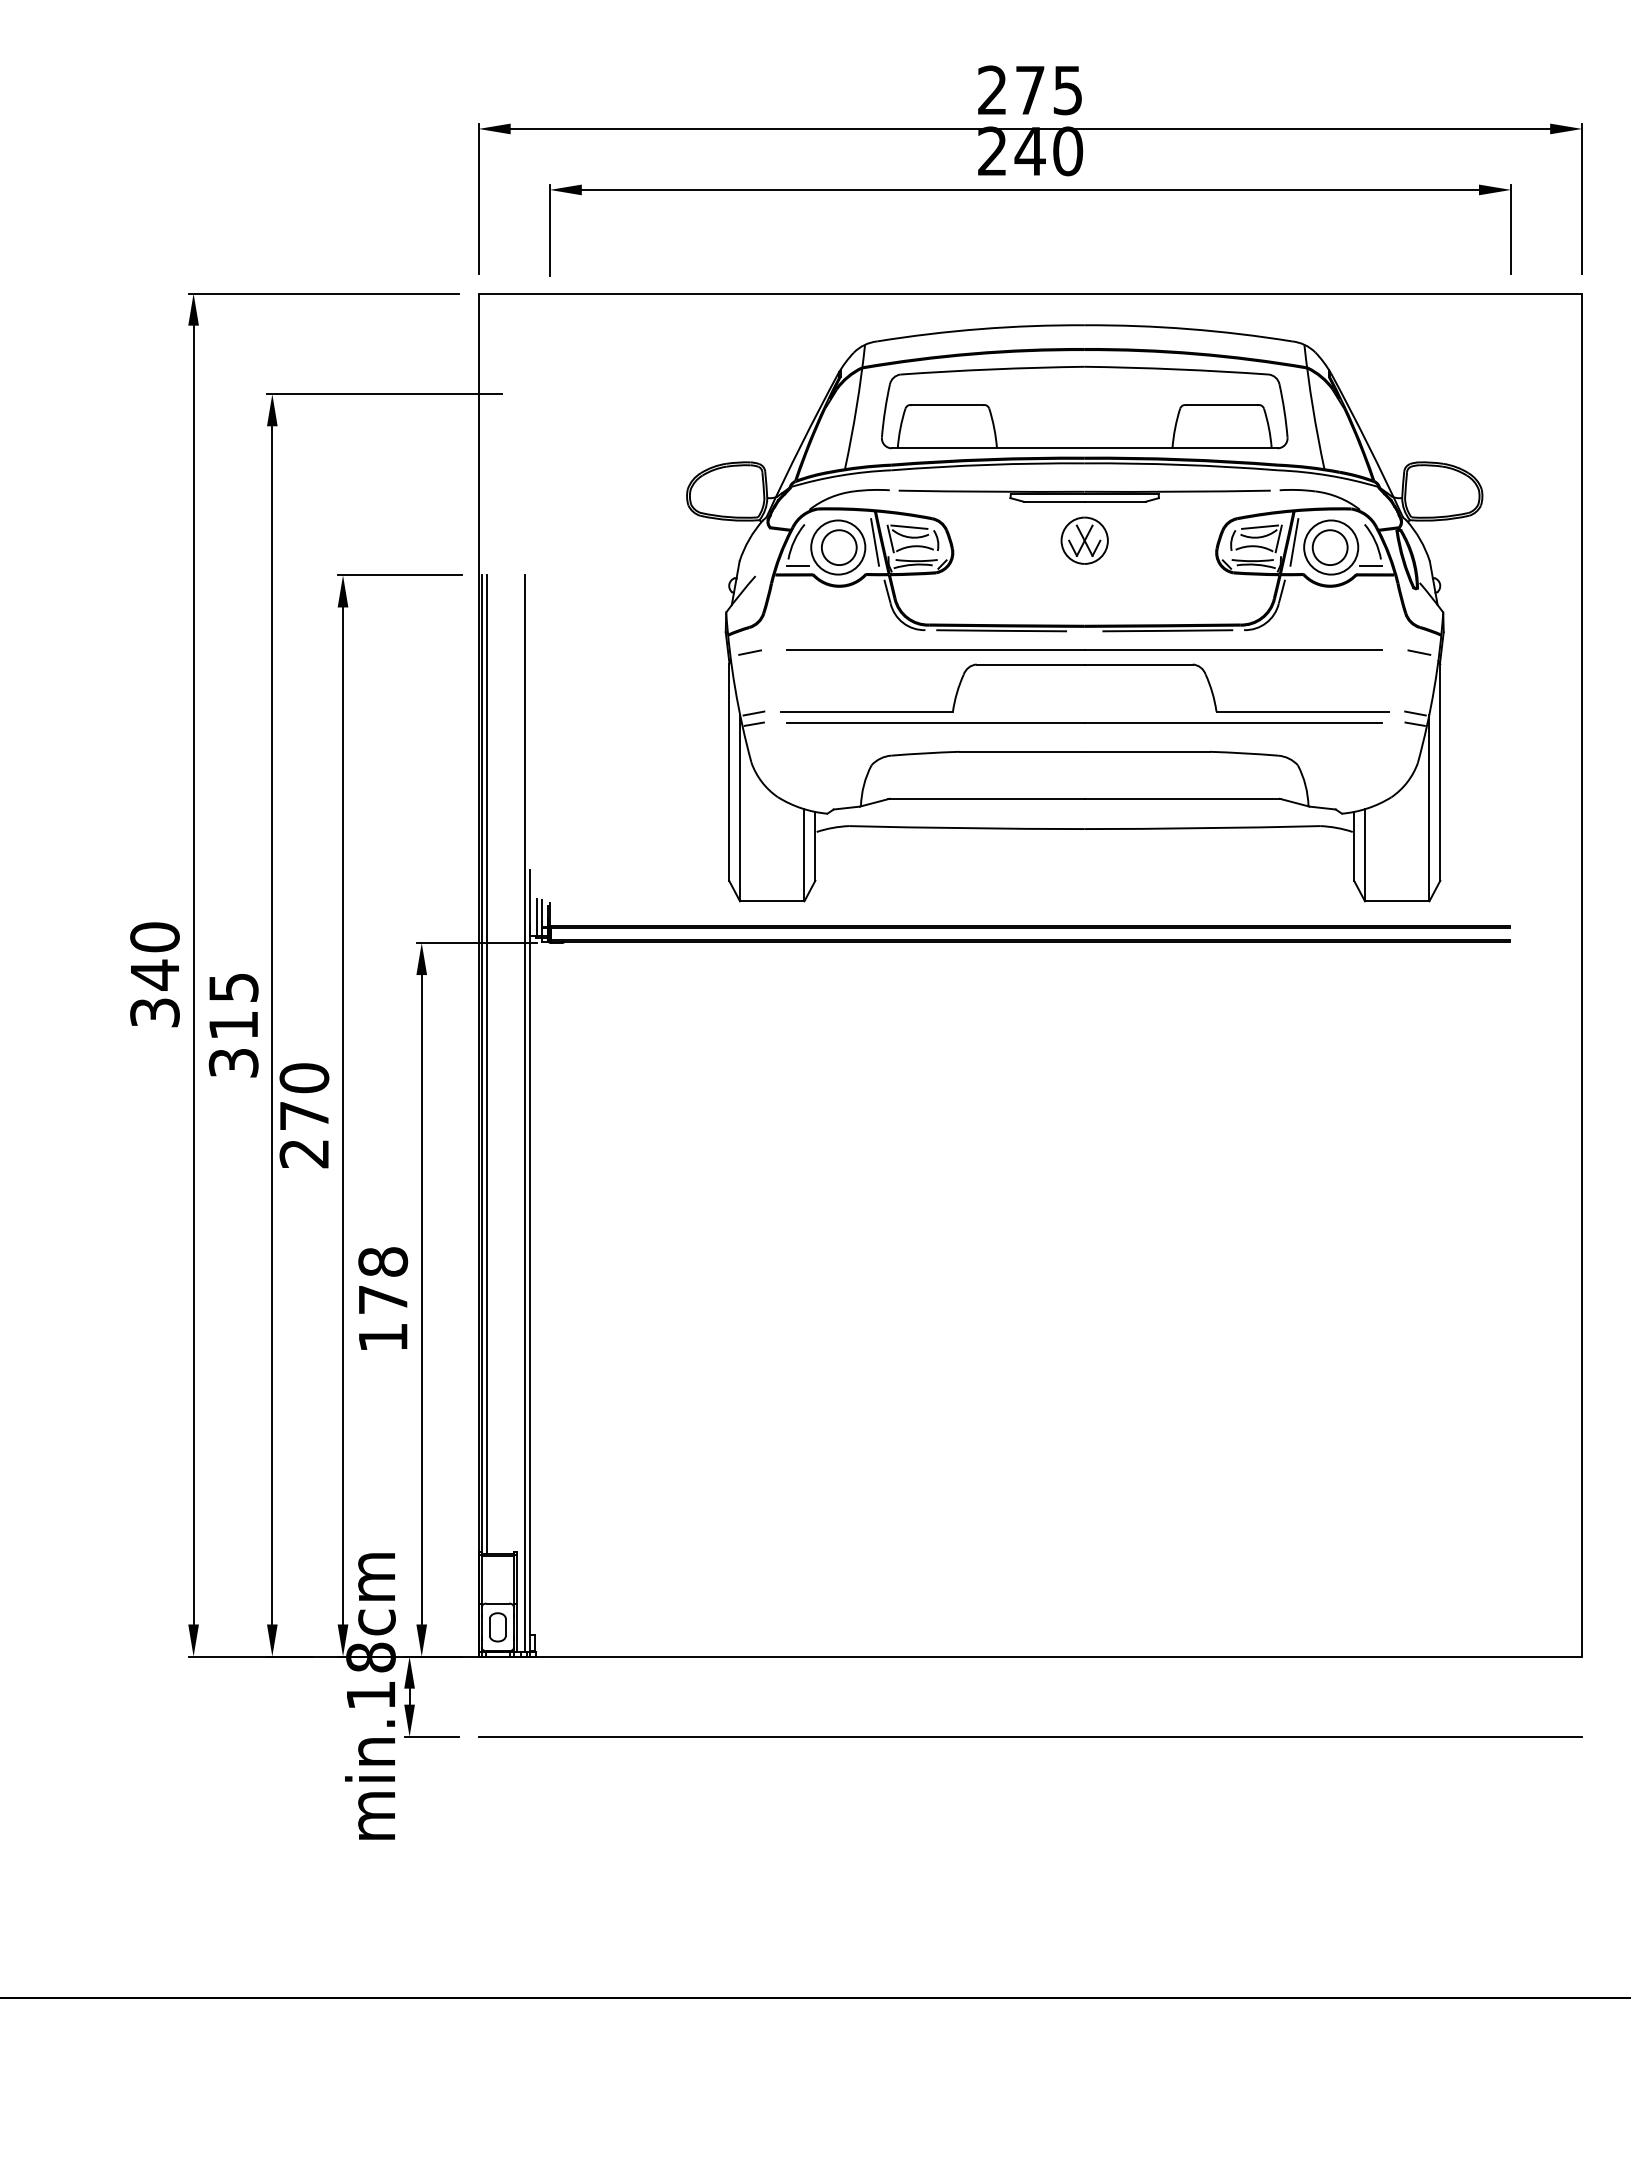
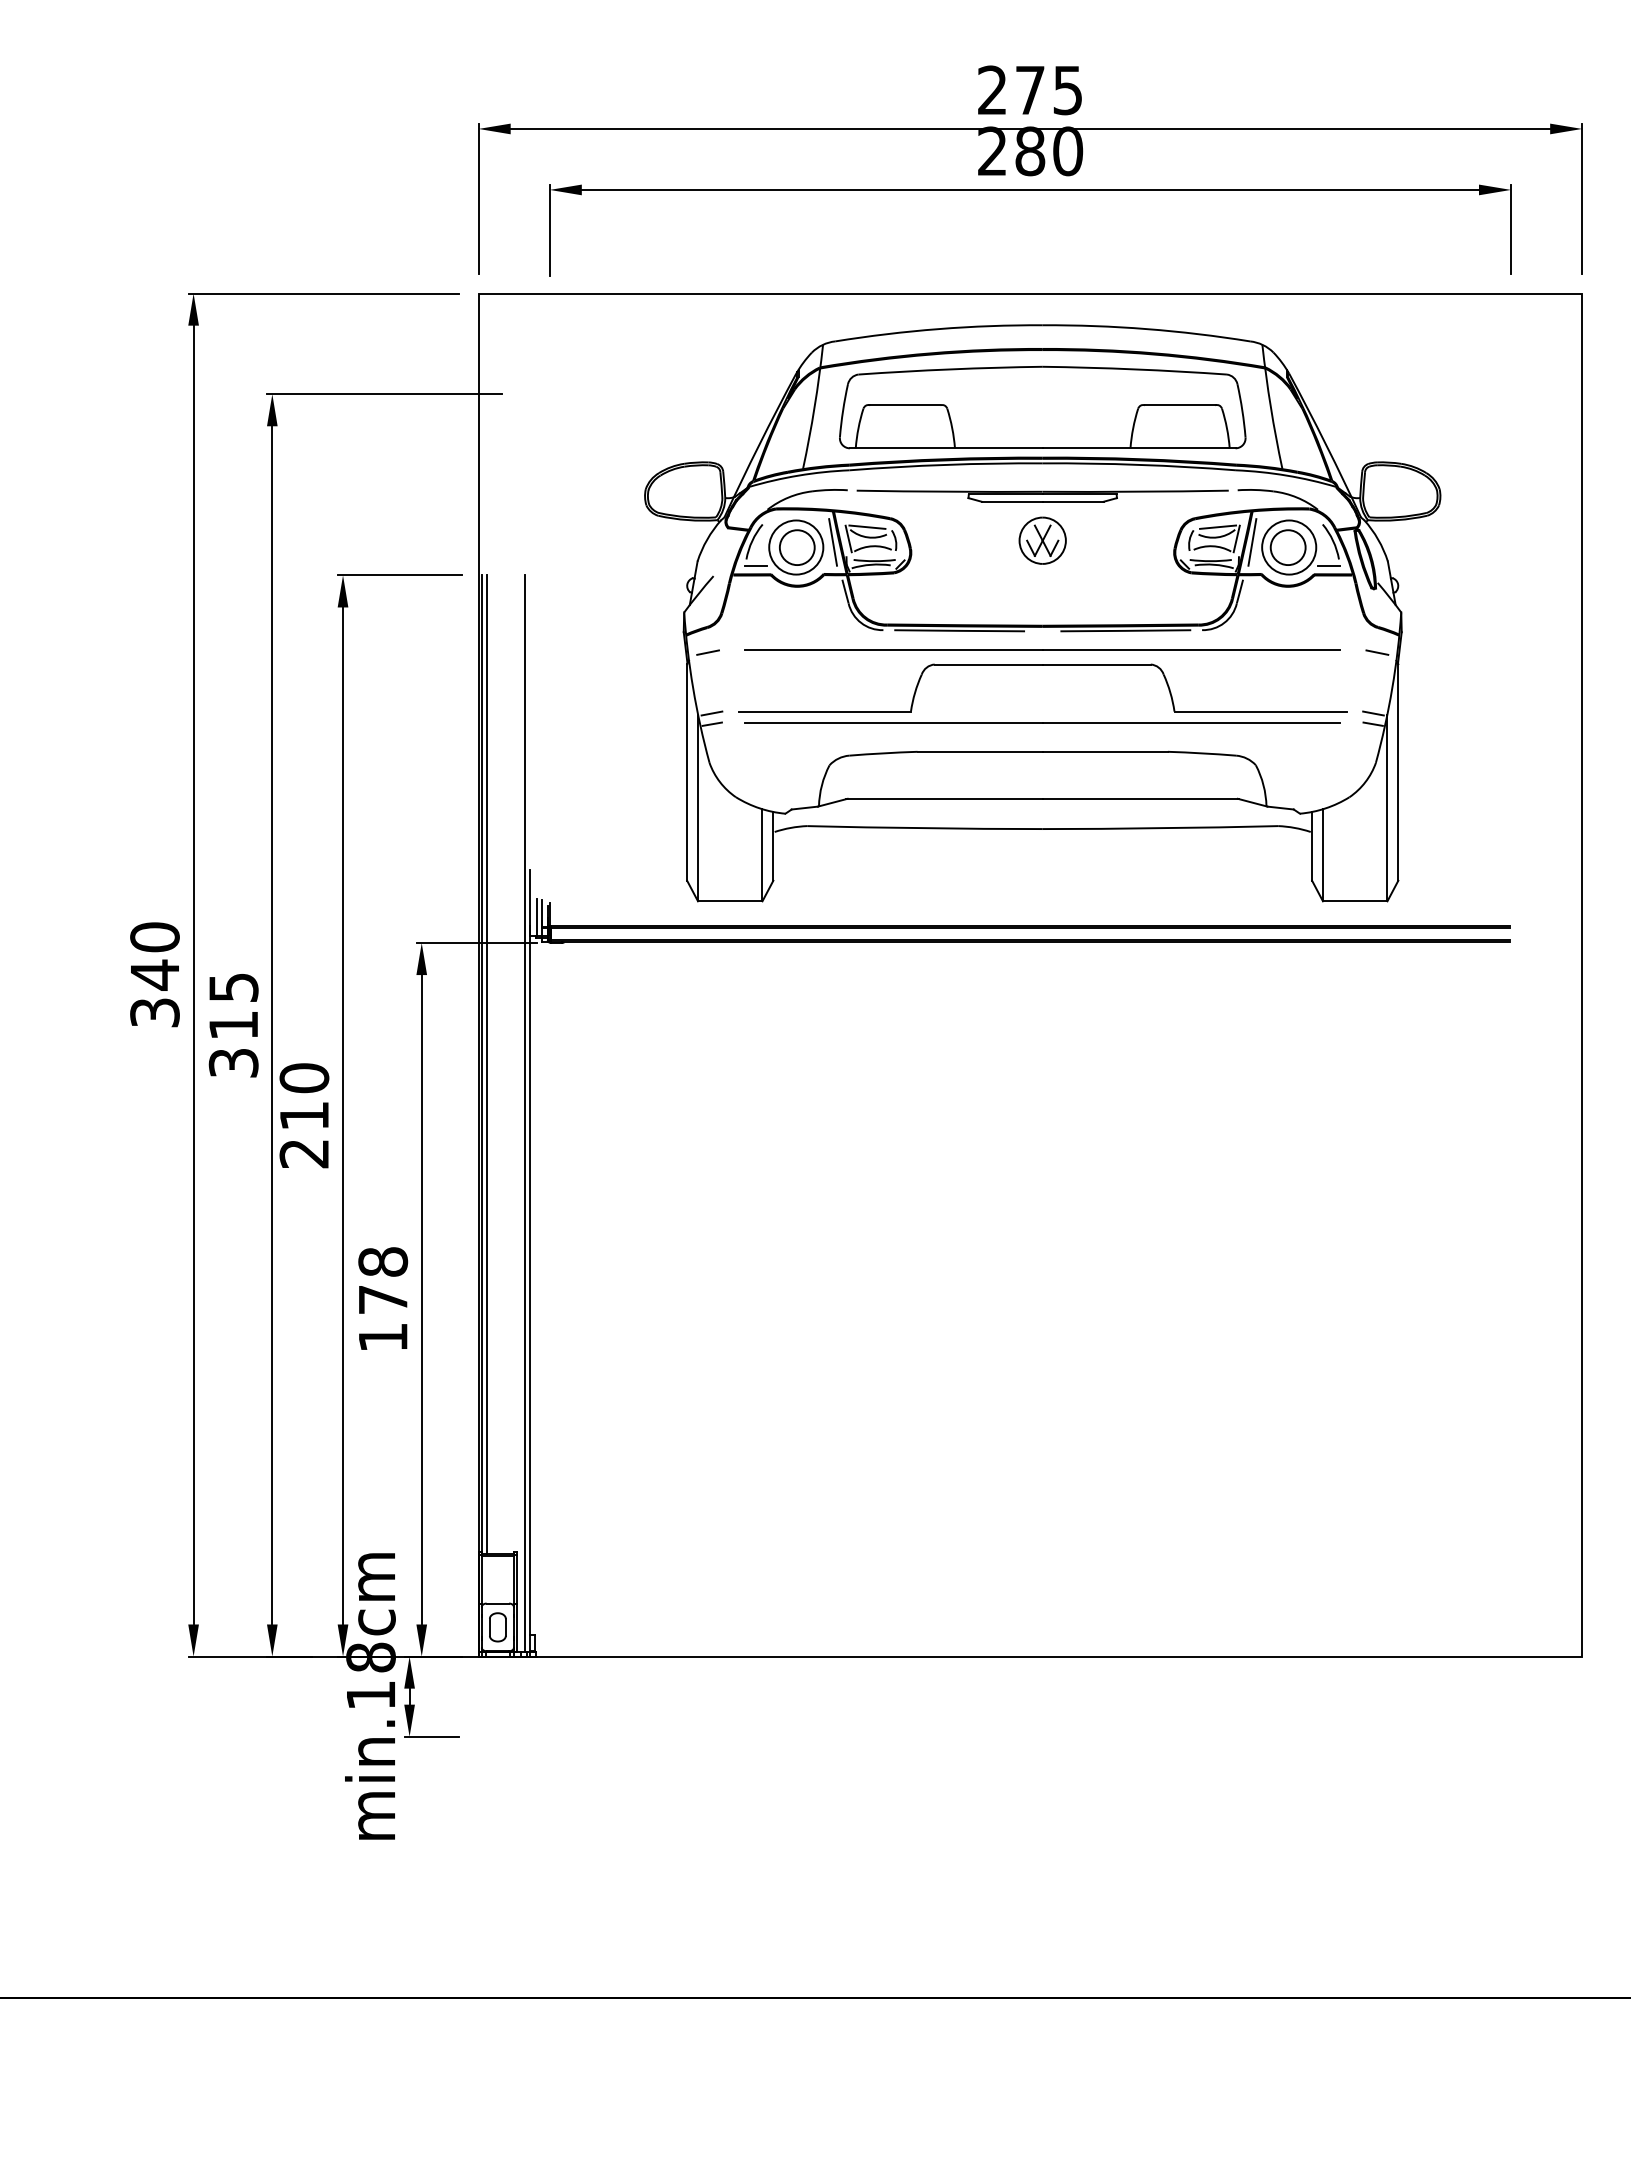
text at (1029, 151): 240 -> 280
part at (1084, 613) position: (1084, 613) -> (1042, 613)
text at (304, 1115): 270 -> 210
line at (1030, 1736): present -> none
